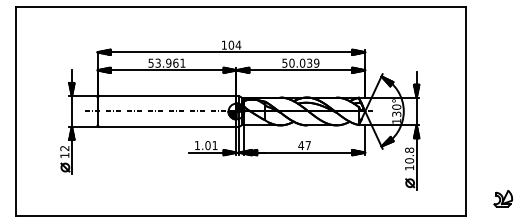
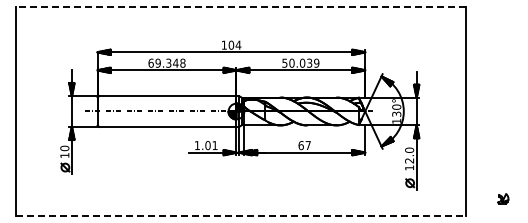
line at (240, 6): solid -> dashed
text at (166, 62): 53.961 -> 69.348
text at (301, 145): 47 -> 67
text at (64, 148): 12 -> 10
text at (409, 155): 10.8 -> 12.0
part at (502, 198) size: 20x18 px -> 13x12 px
line at (240, 216): solid -> dashed
